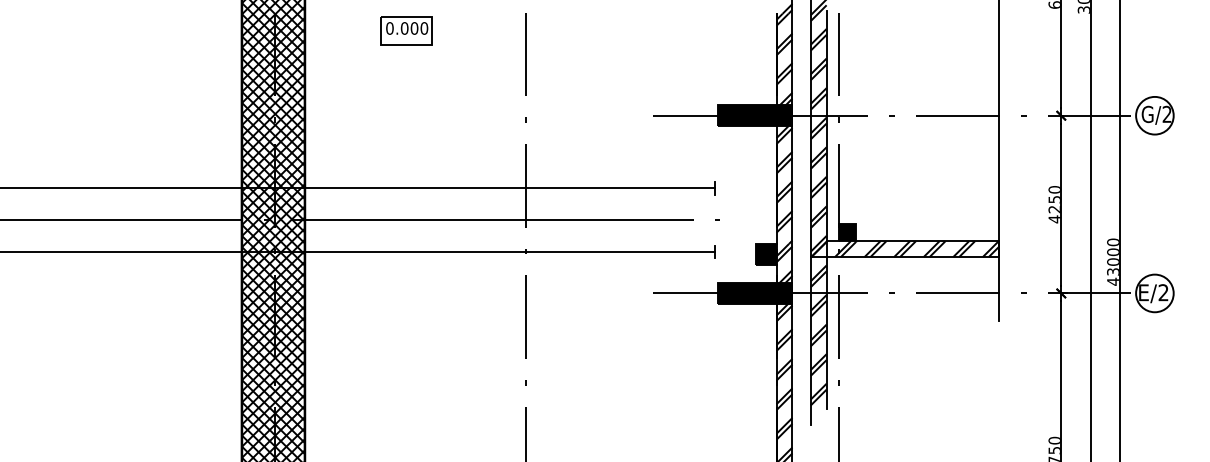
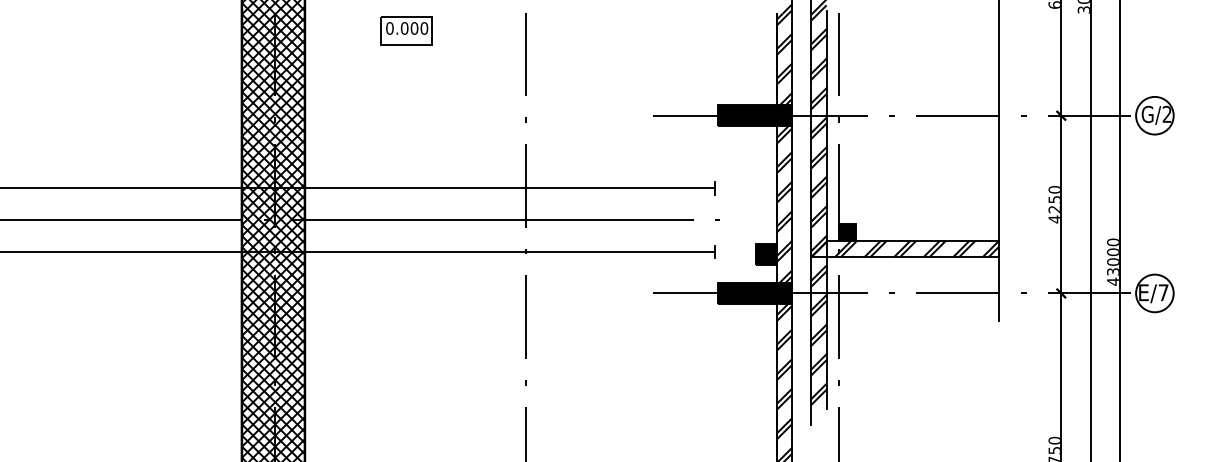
text at (1163, 292): E/2 -> E/7
